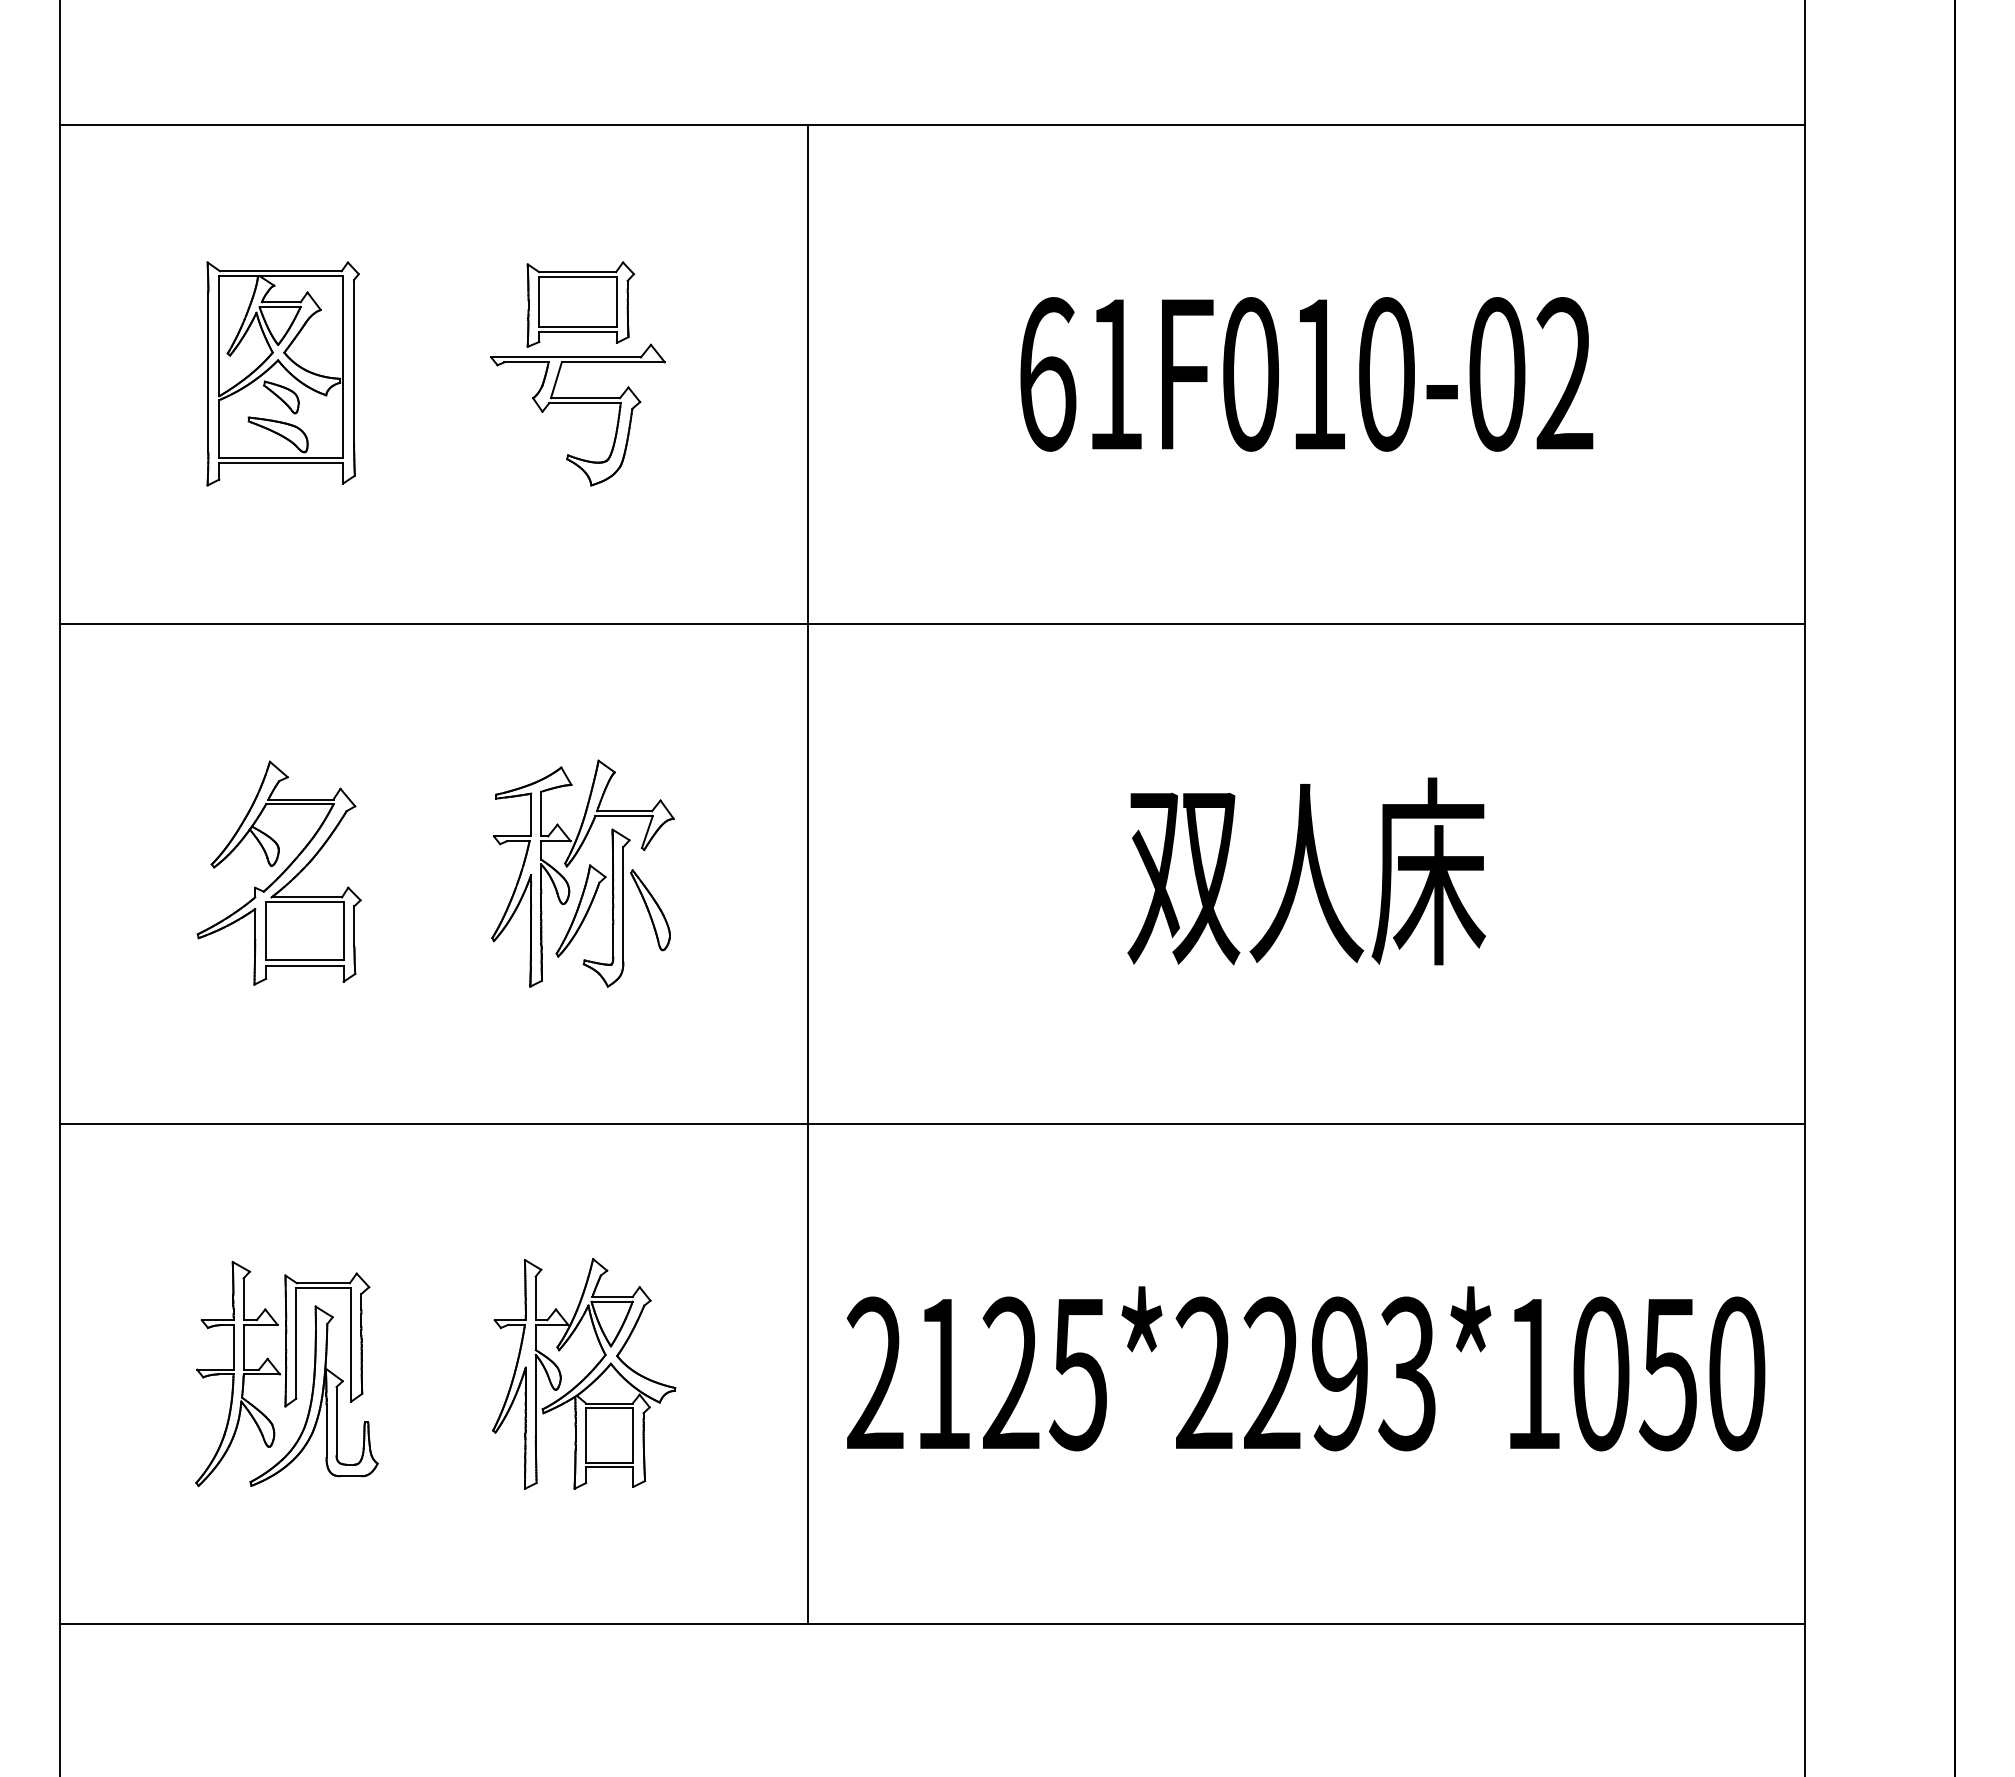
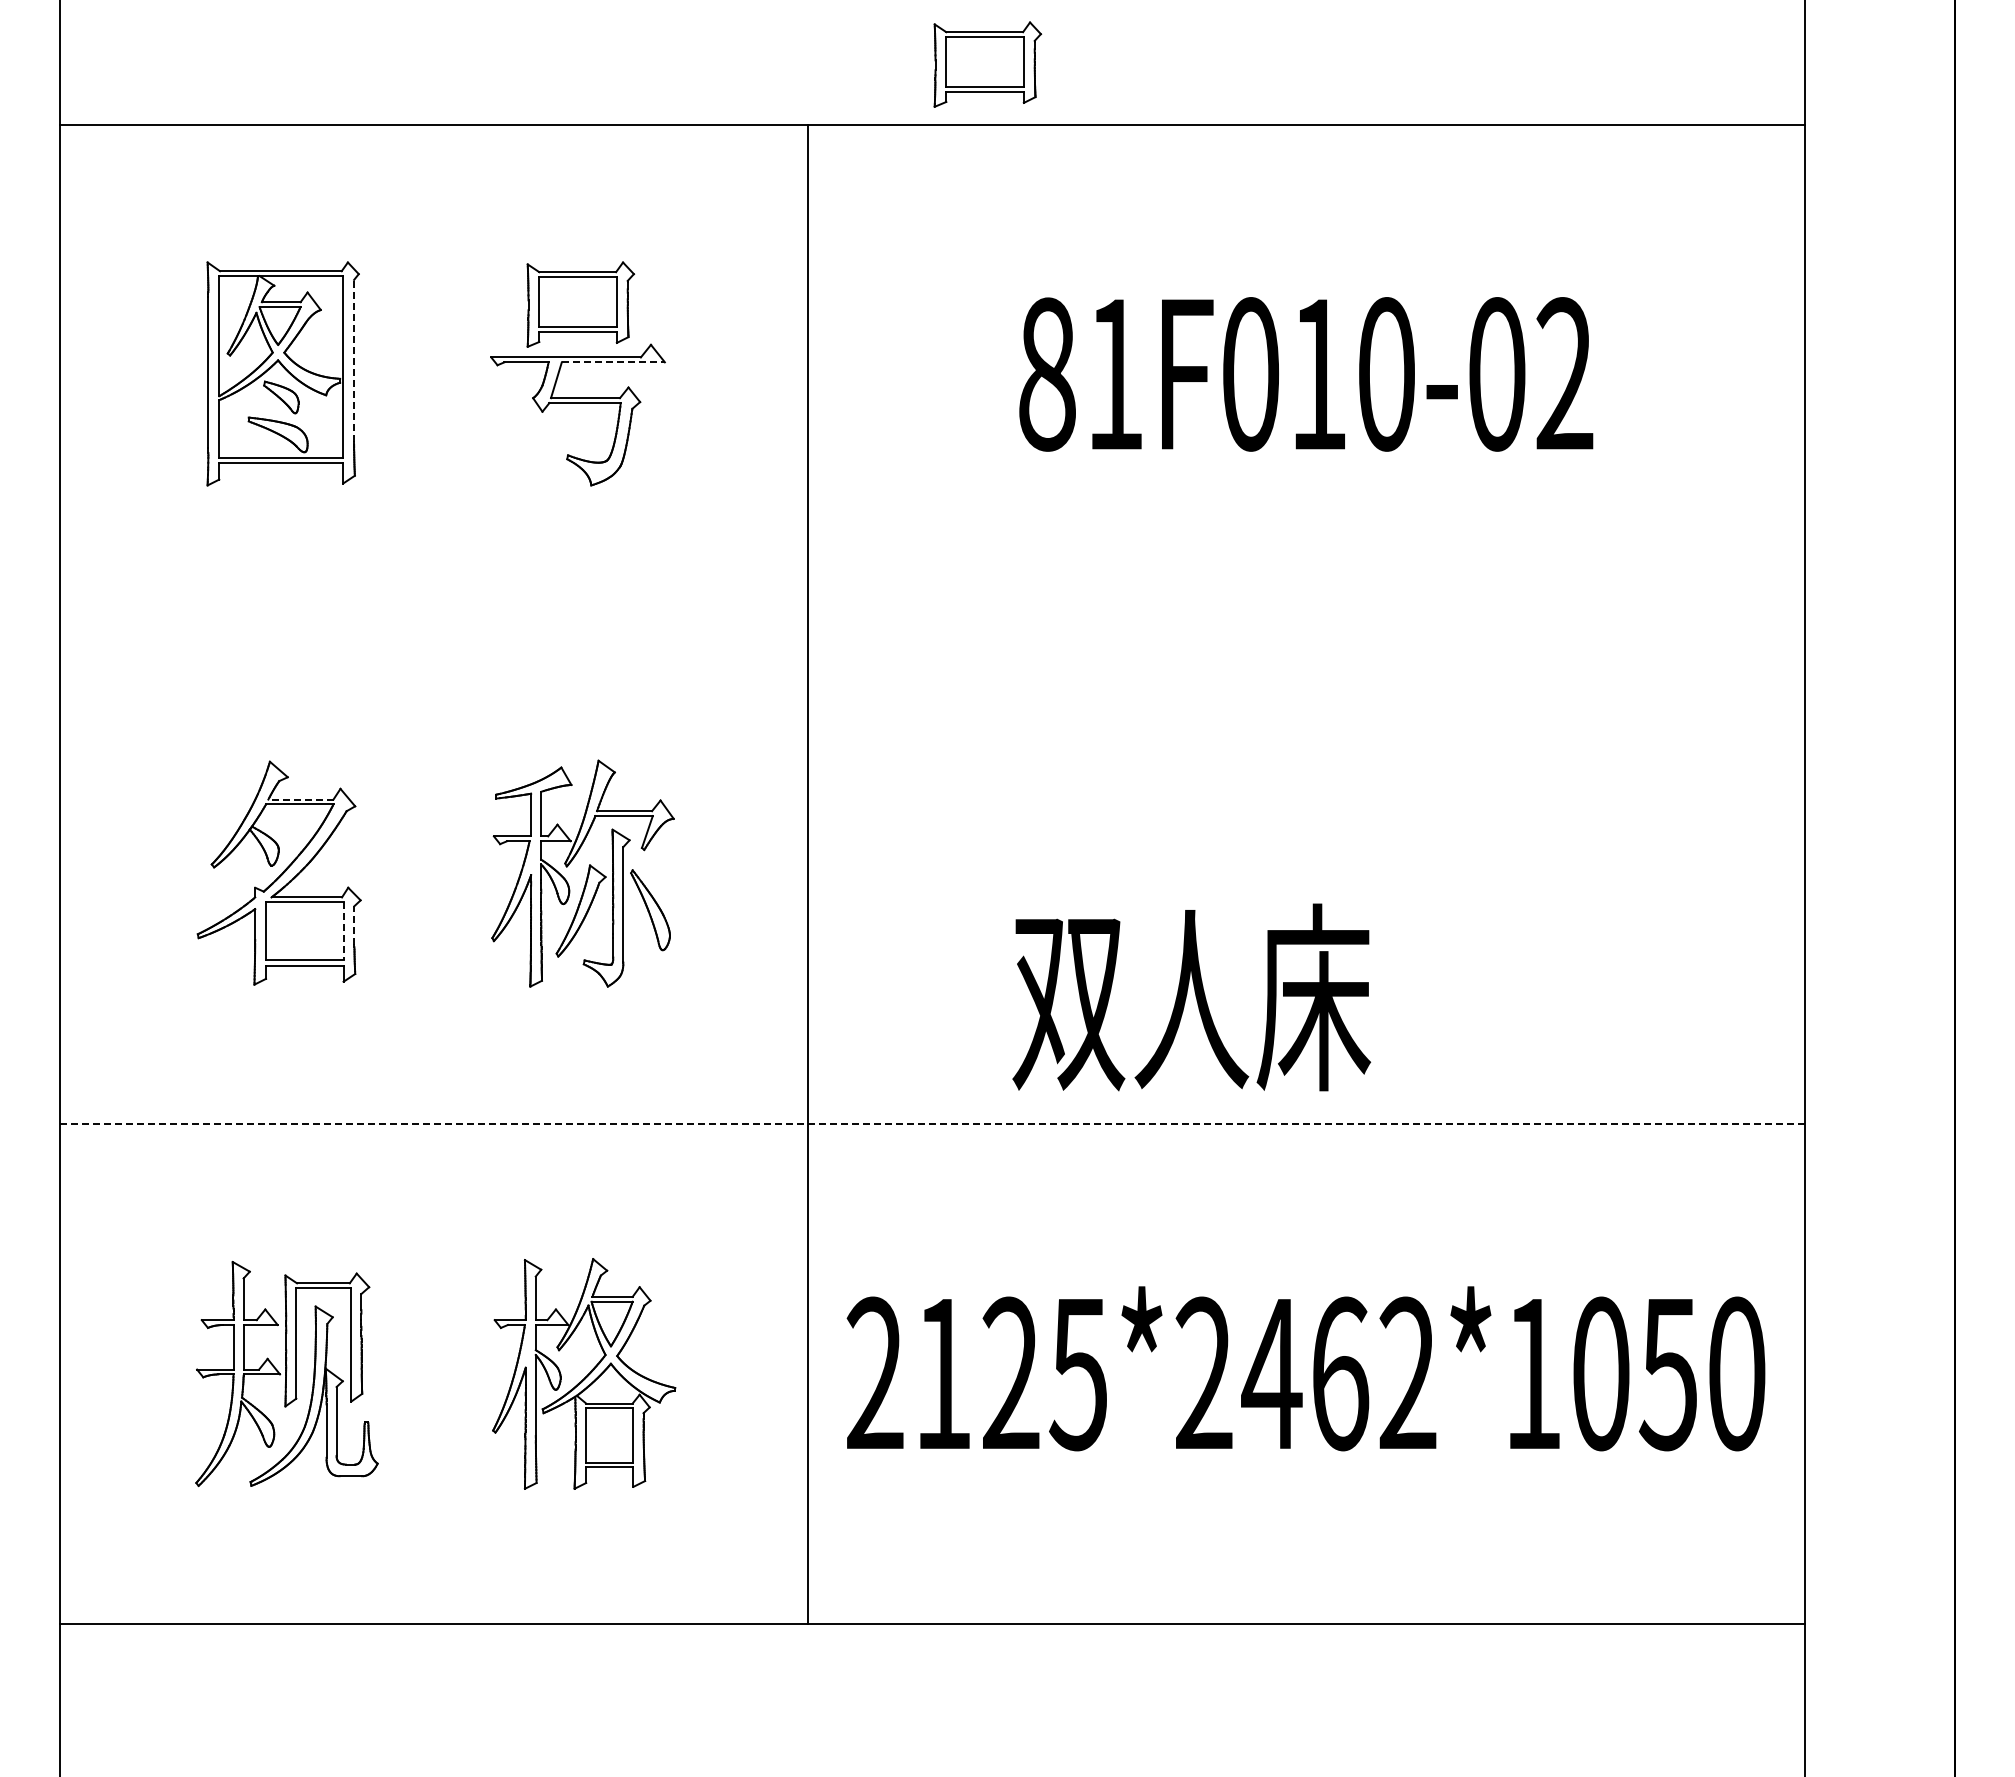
part at (987, 64): none -> present
line at (354, 360): solid -> dashed
line at (613, 362): solid -> dashed
text at (1047, 374): 61F010-02 -> 81F010-02
line at (932, 624): present -> none
line at (300, 799): solid -> dashed
text at (1306, 871) position: (1306, 871) -> (1191, 997)
line at (354, 925): solid -> dashed
line at (343, 931): solid -> dashed
line at (932, 1124): solid -> dashed
text at (1338, 1373): 2125*2293*1050 -> 2125*2462*1050
